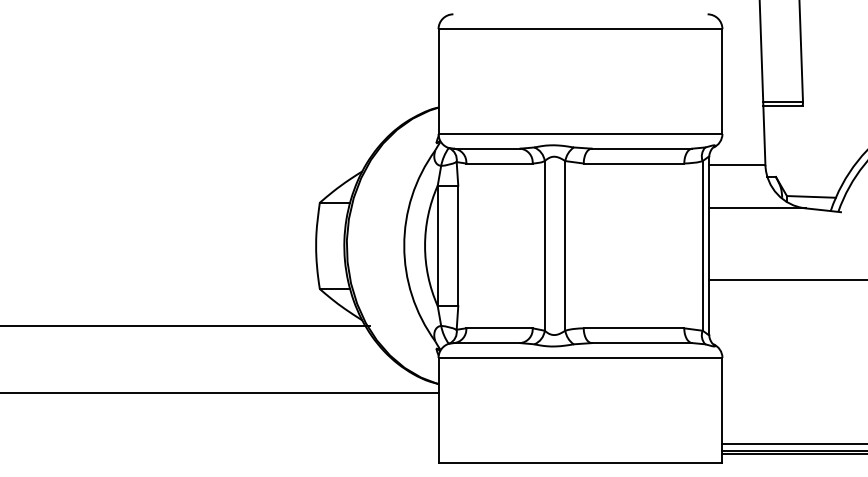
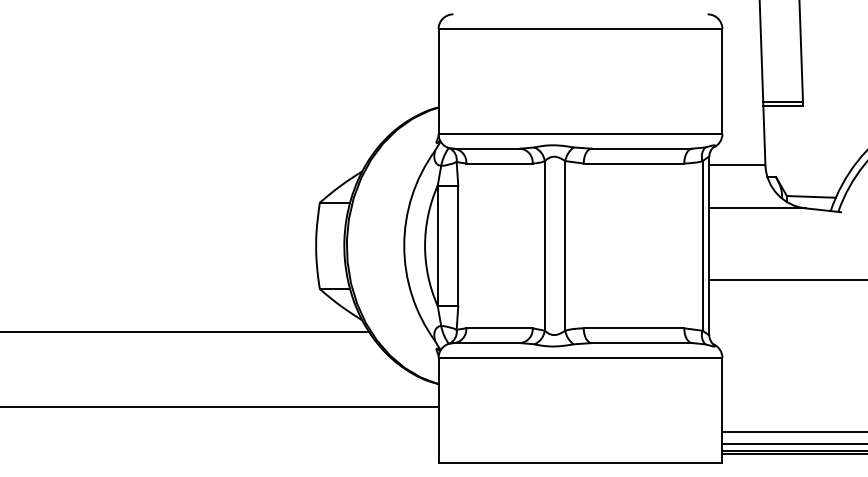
line at (185, 326) position: (185, 326) -> (185, 332)
line at (220, 392) position: (220, 392) -> (220, 406)
line at (793, 432): none -> present
